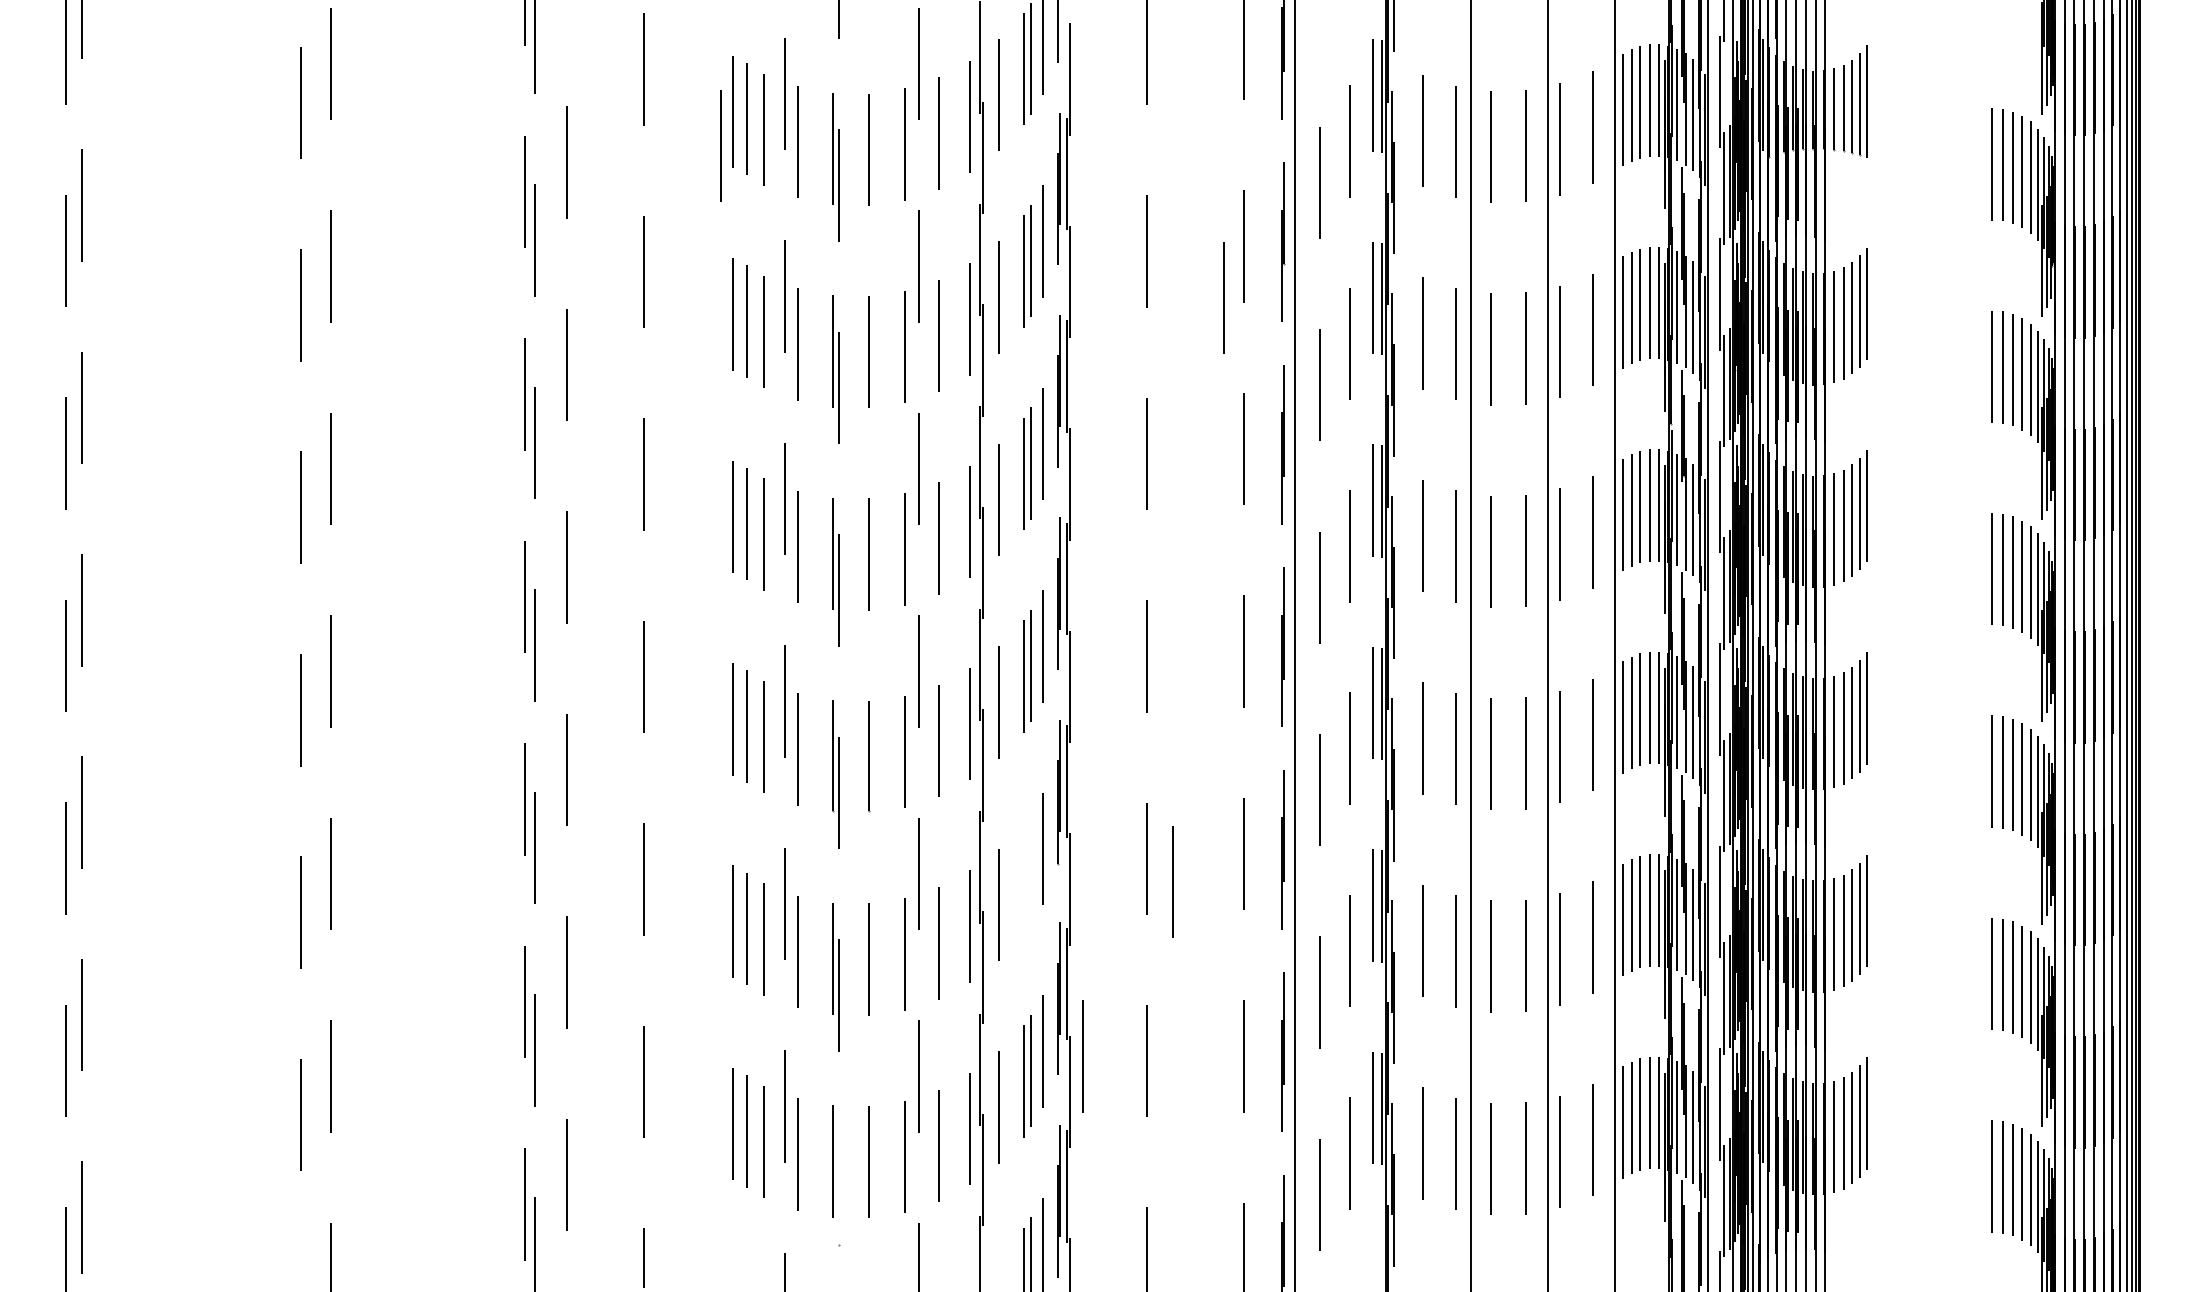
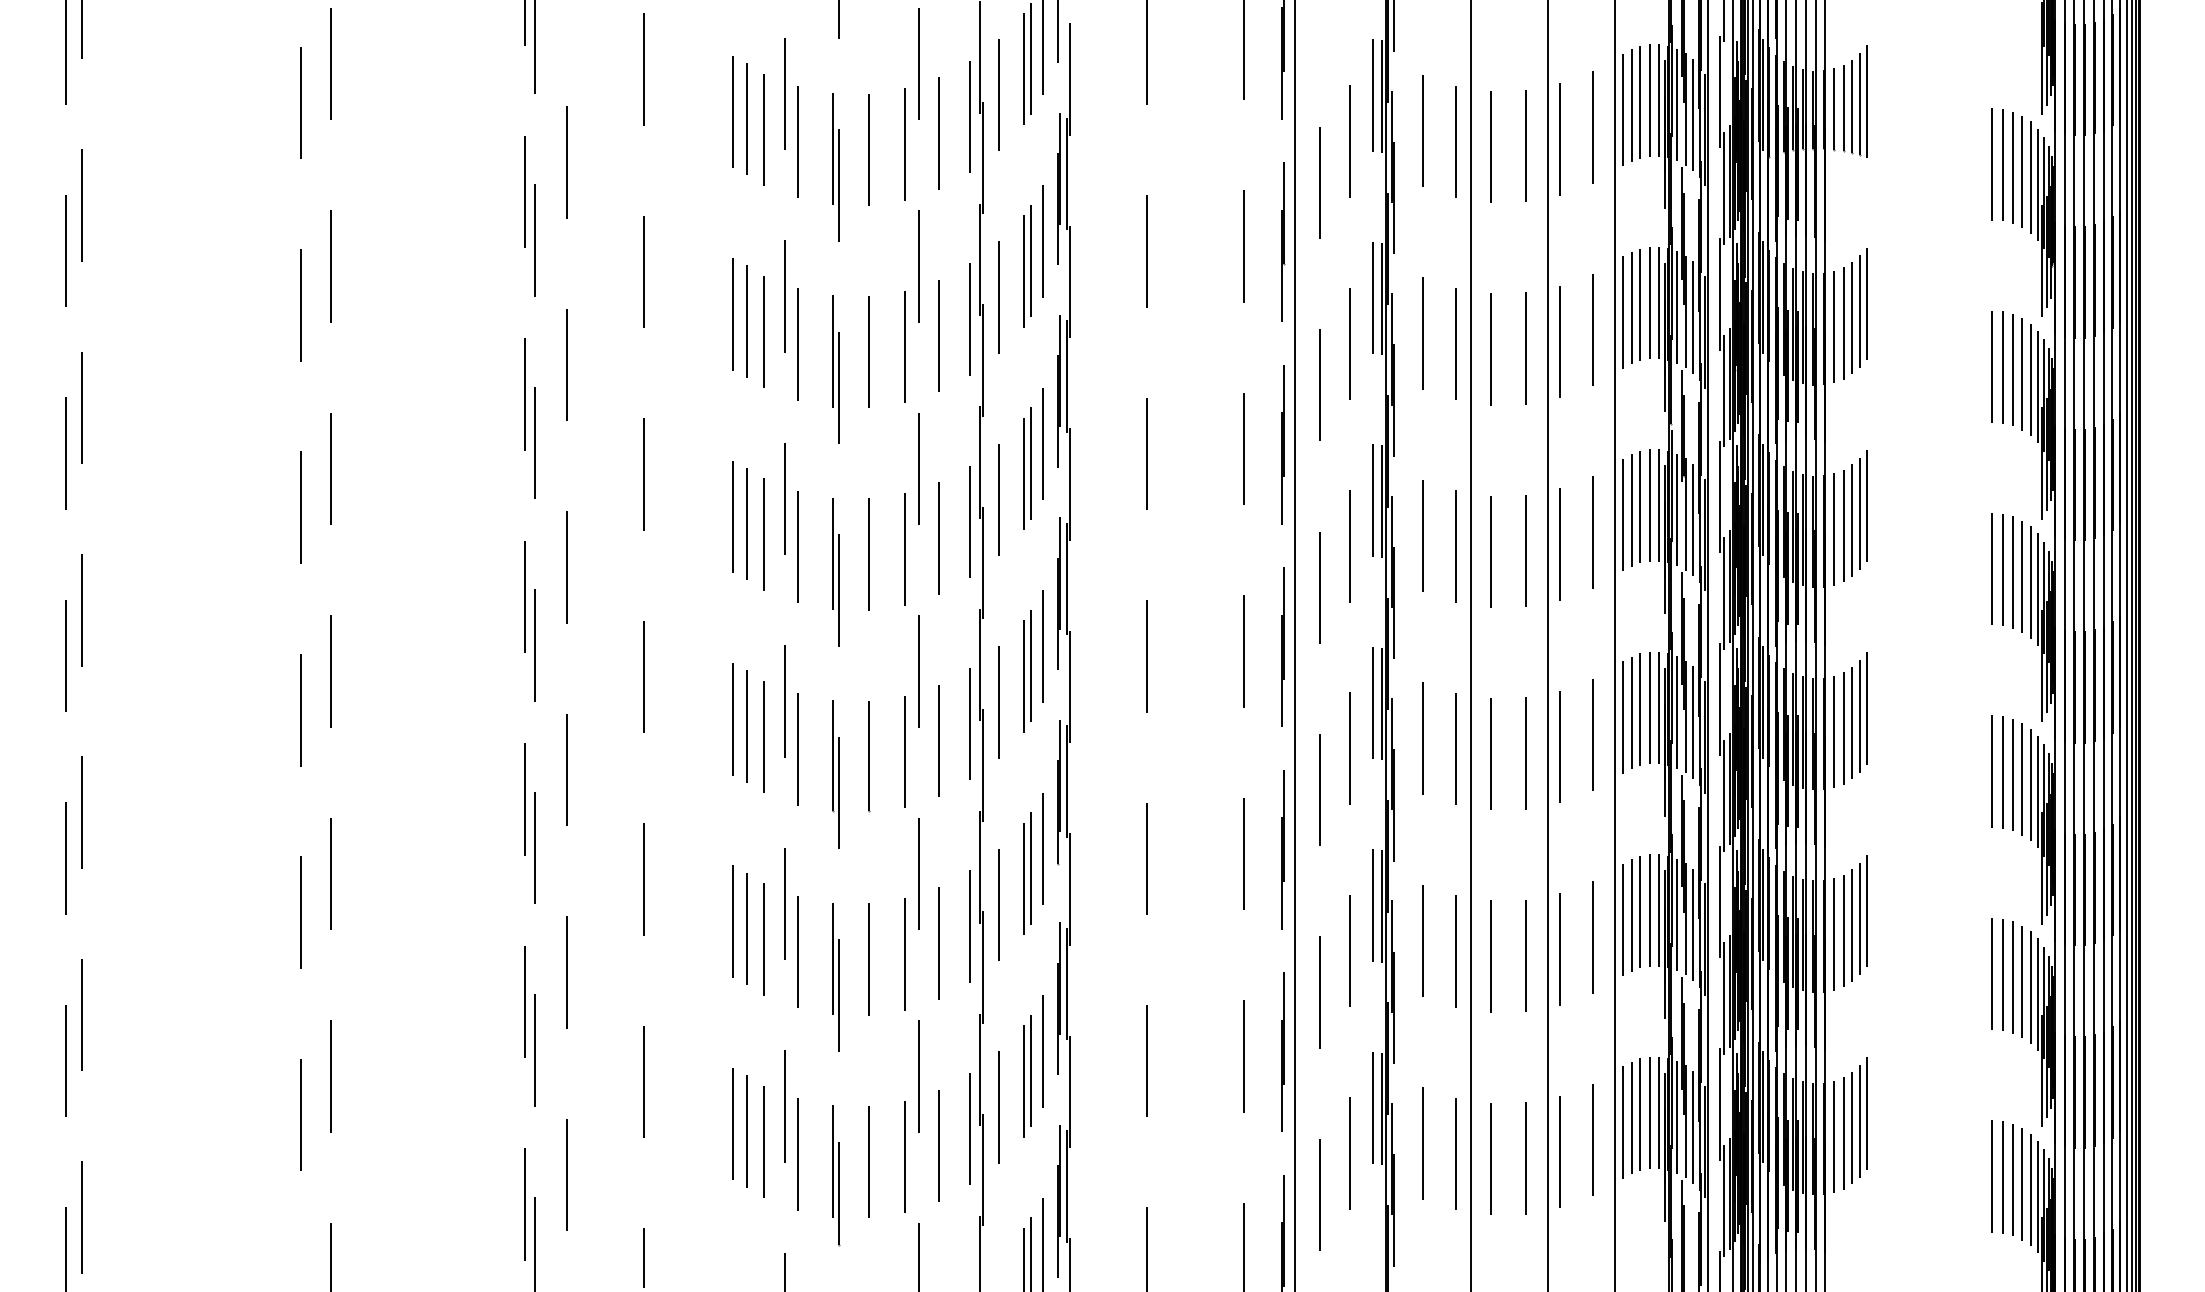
line at (720, 145): present -> none
line at (1223, 297): present -> none
part at (1027, 873): none -> present
line at (1172, 881): present -> none
line at (1082, 1056): present -> none
line at (839, 1193): none -> present
